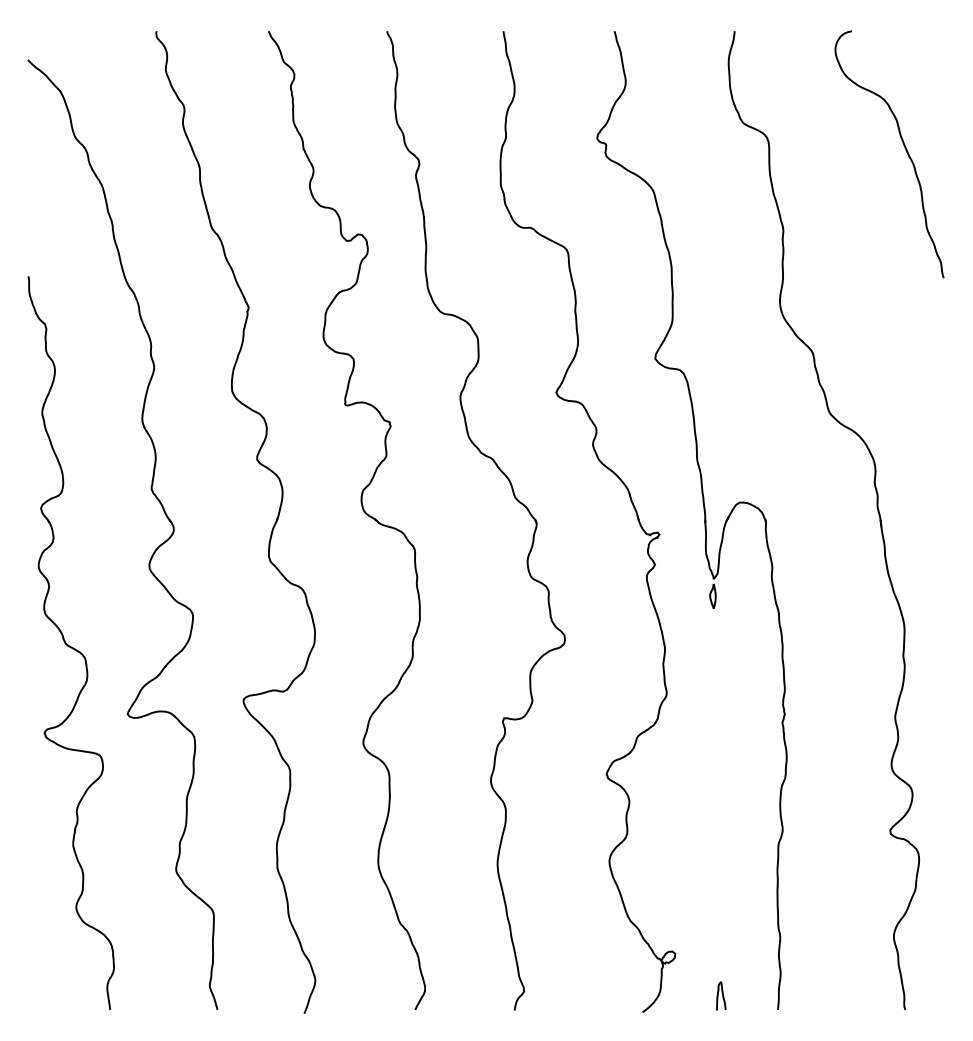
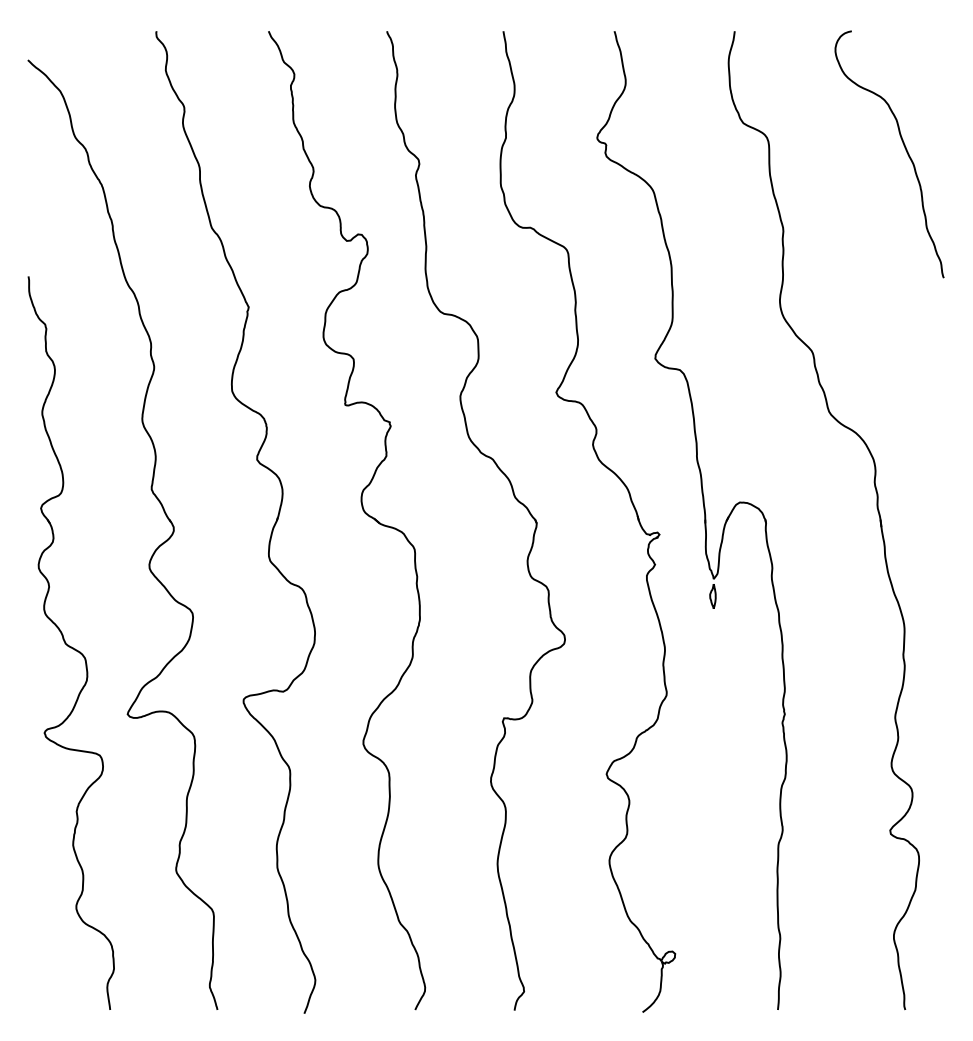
curve at (722, 995): present -> none
